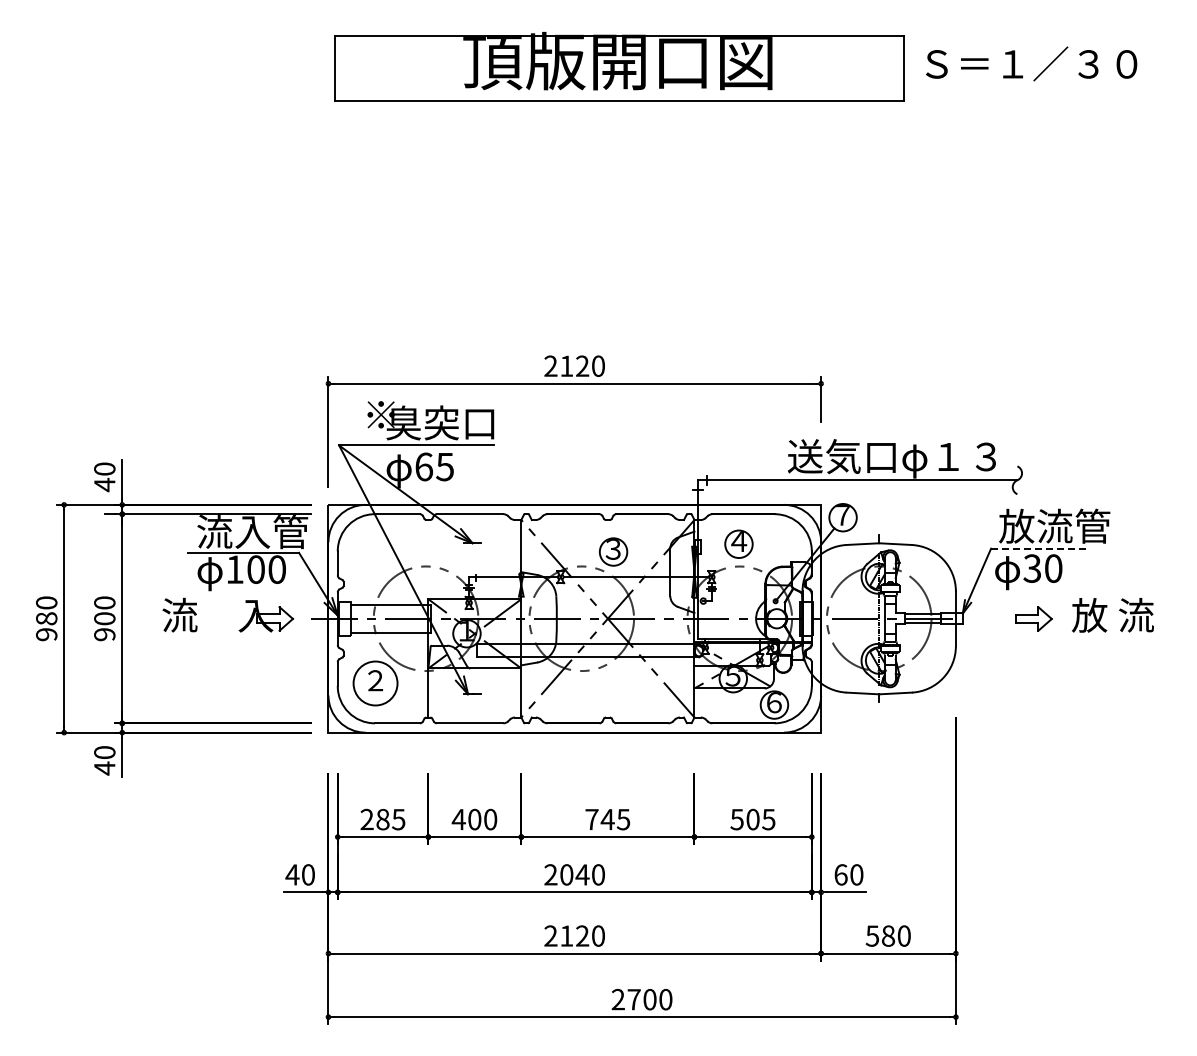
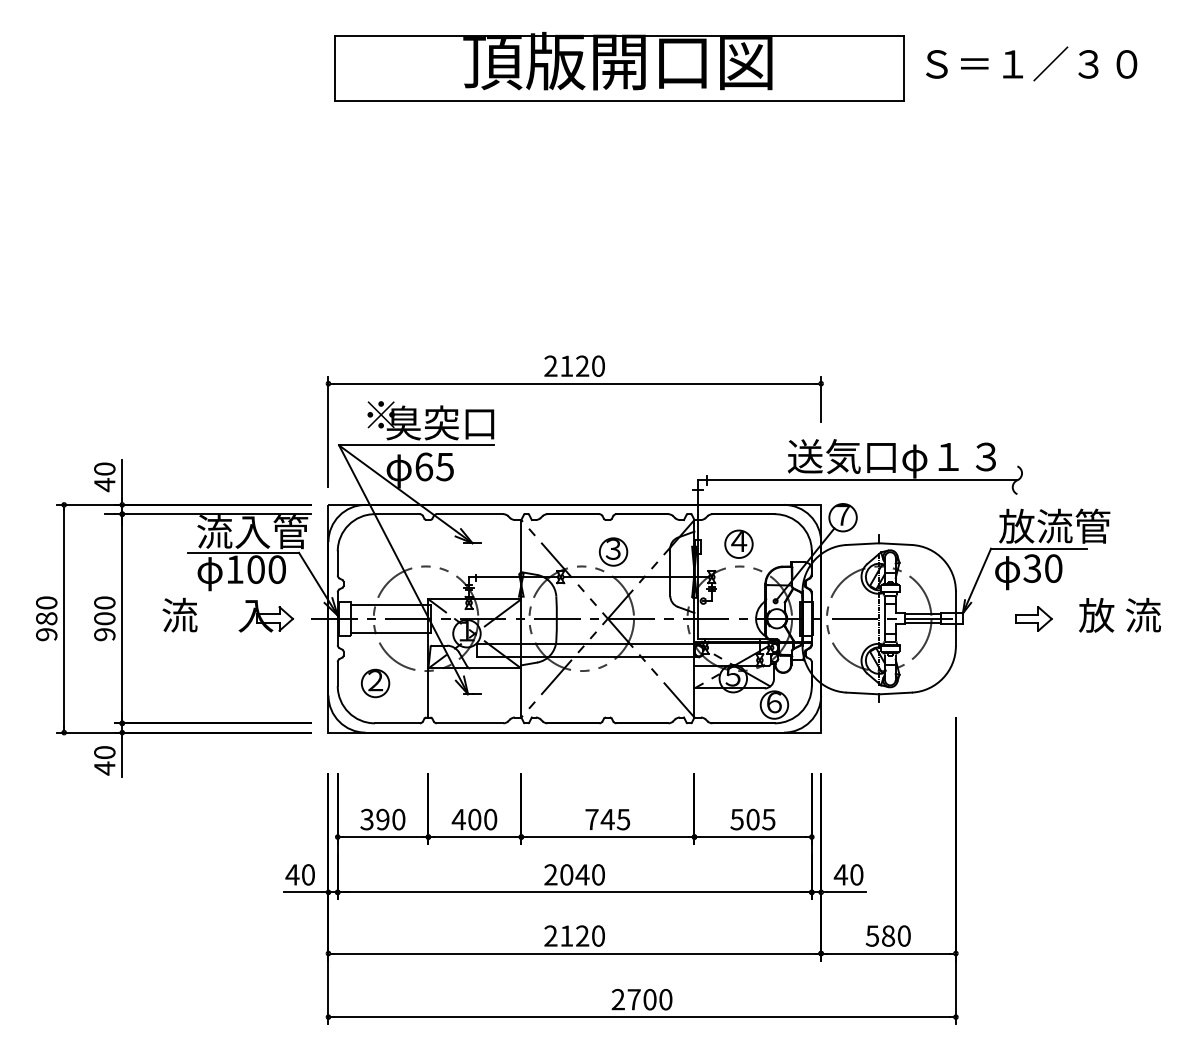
line at (1038, 548): dashed -> solid
text at (1112, 615) position: (1112, 615) -> (1119, 615)
circle at (375, 683) diameter: 44 px -> 27 px
text at (382, 819): 285 -> 390
text at (840, 874): 60 -> 40
